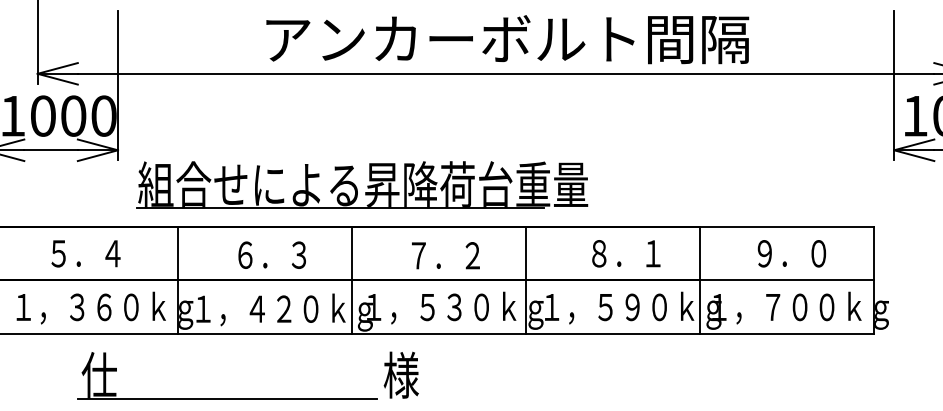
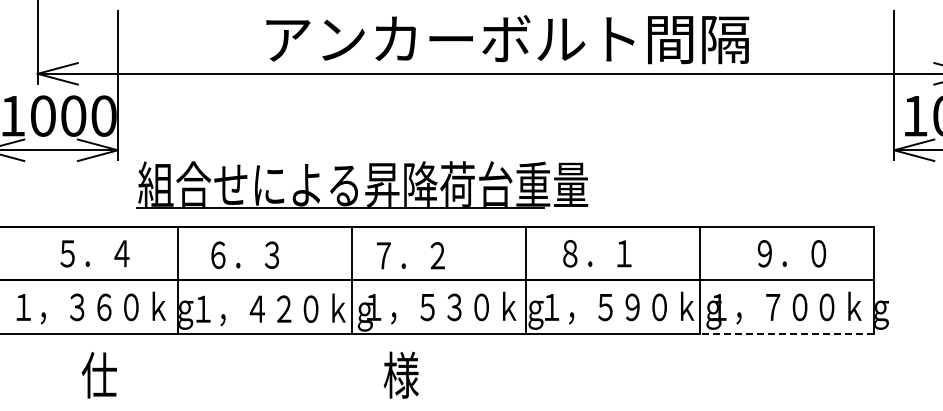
text at (85, 253) position: (85, 253) -> (94, 253)
text at (626, 253) position: (626, 253) -> (597, 253)
text at (271, 254) position: (271, 254) -> (244, 254)
text at (445, 255) position: (445, 255) -> (410, 255)
line at (786, 333): solid -> dashed
line at (226, 398): present -> none
